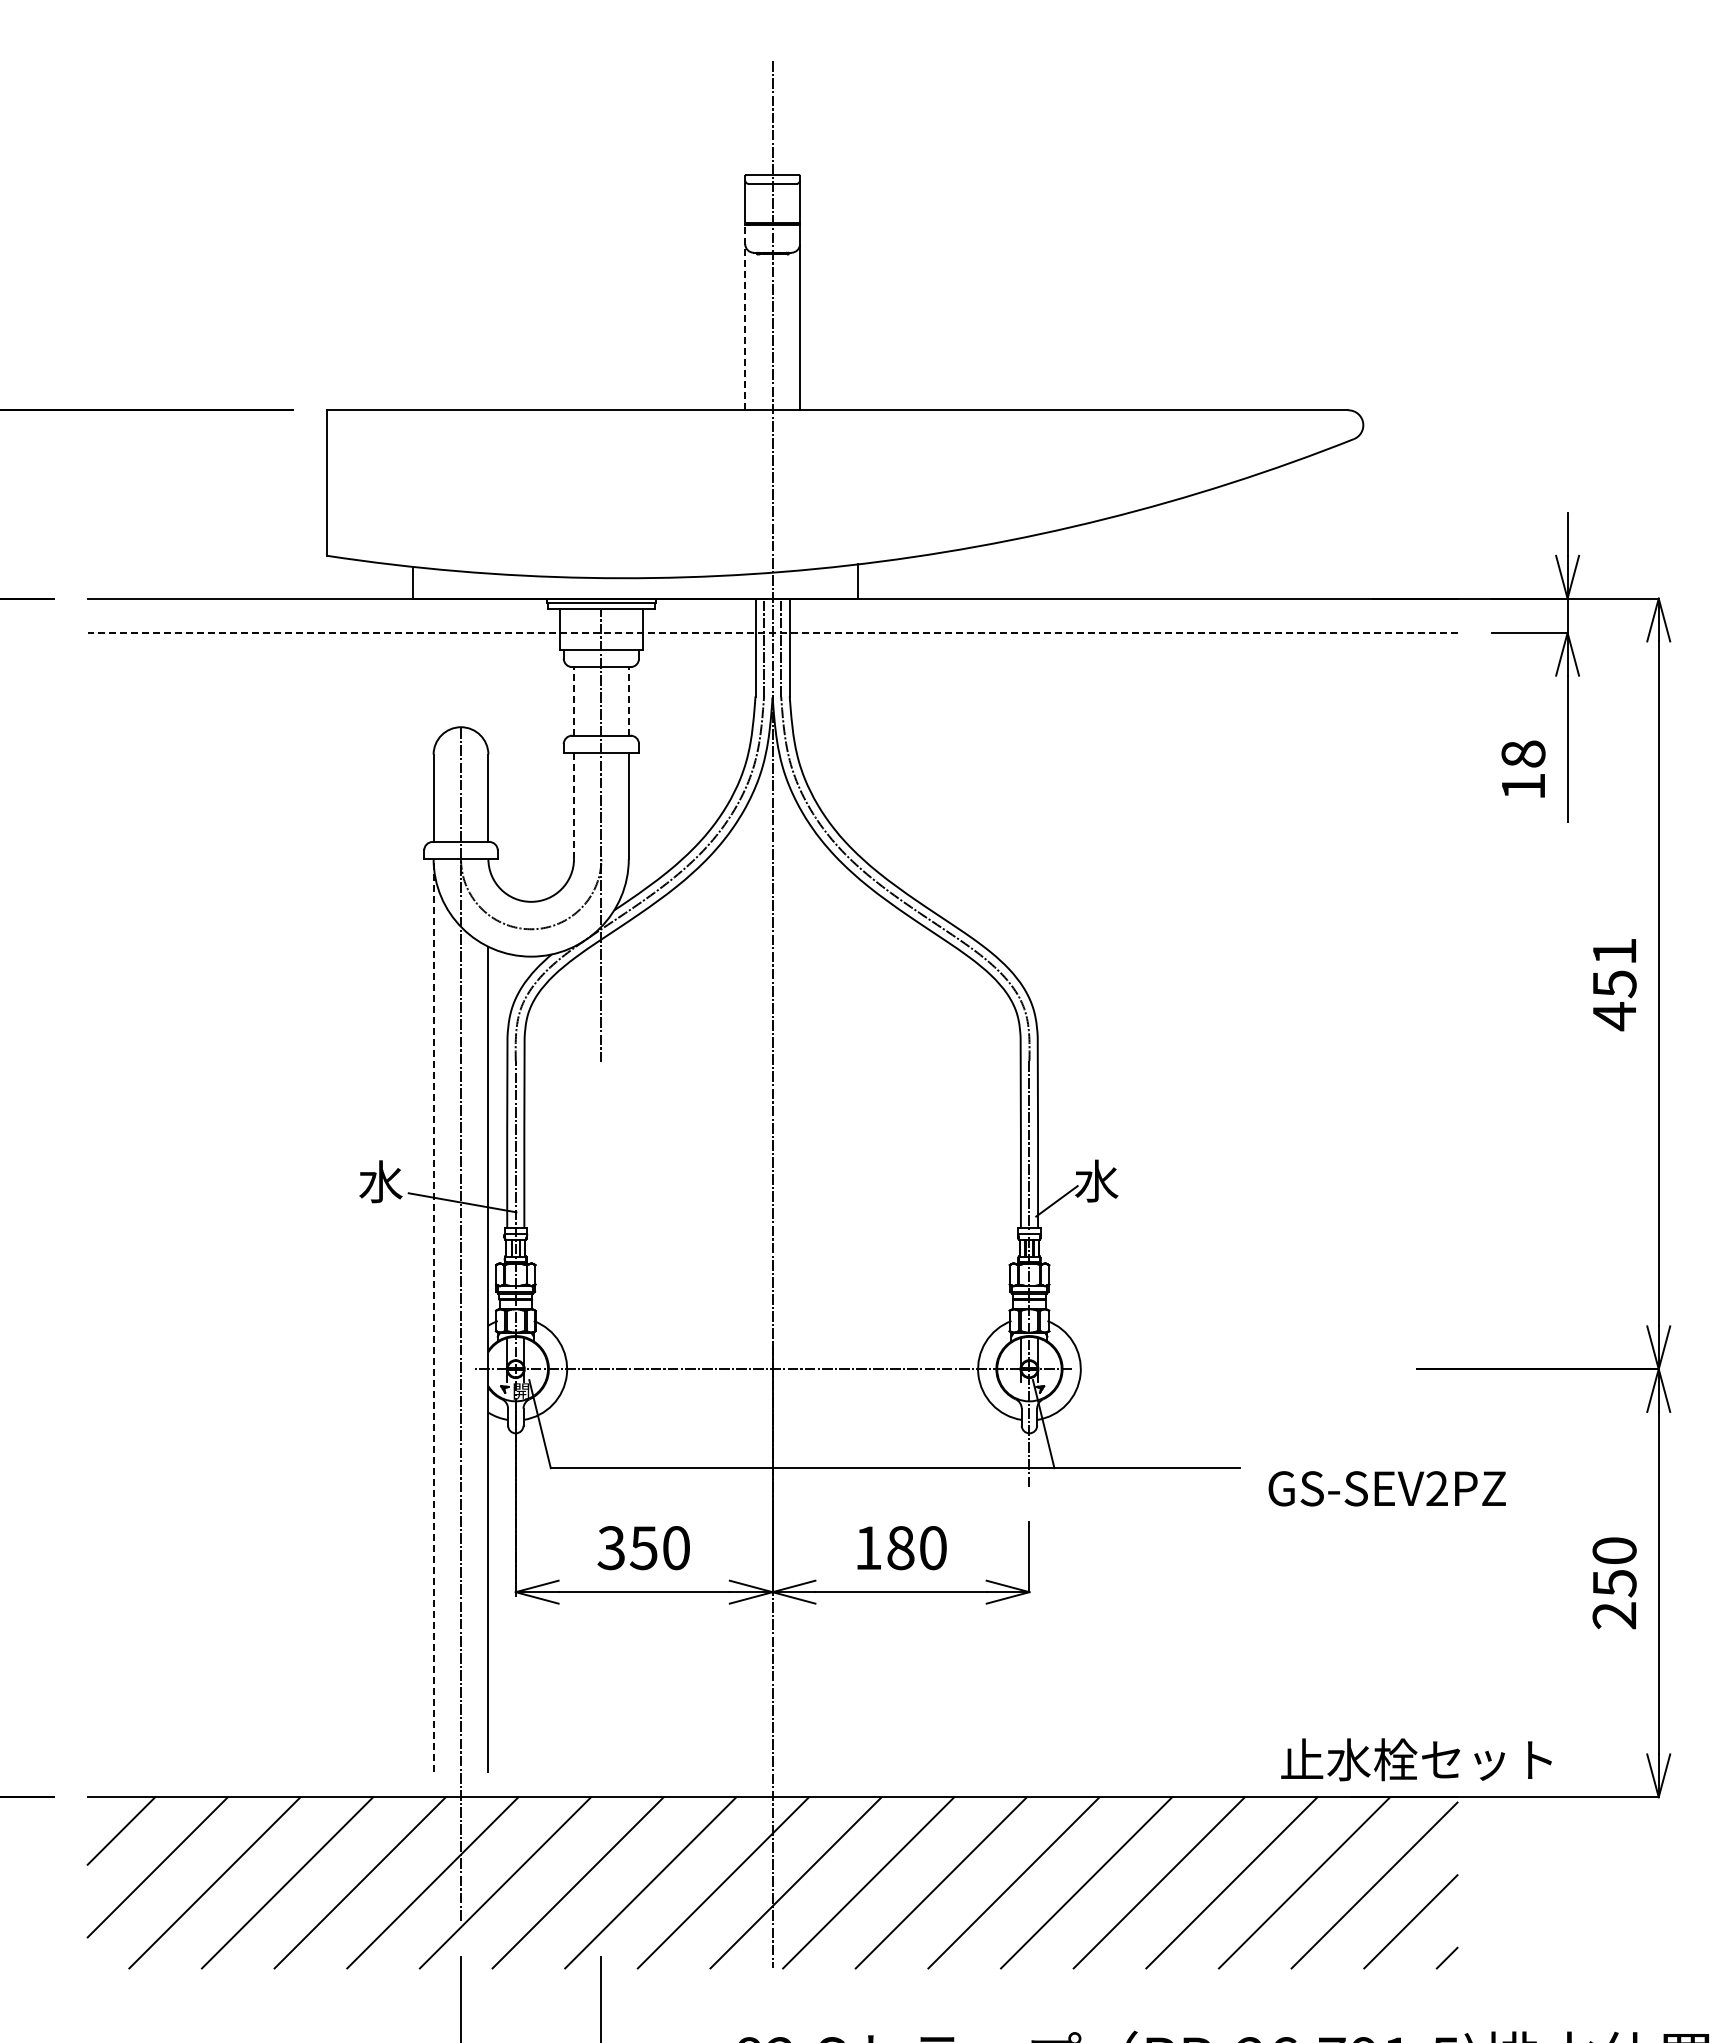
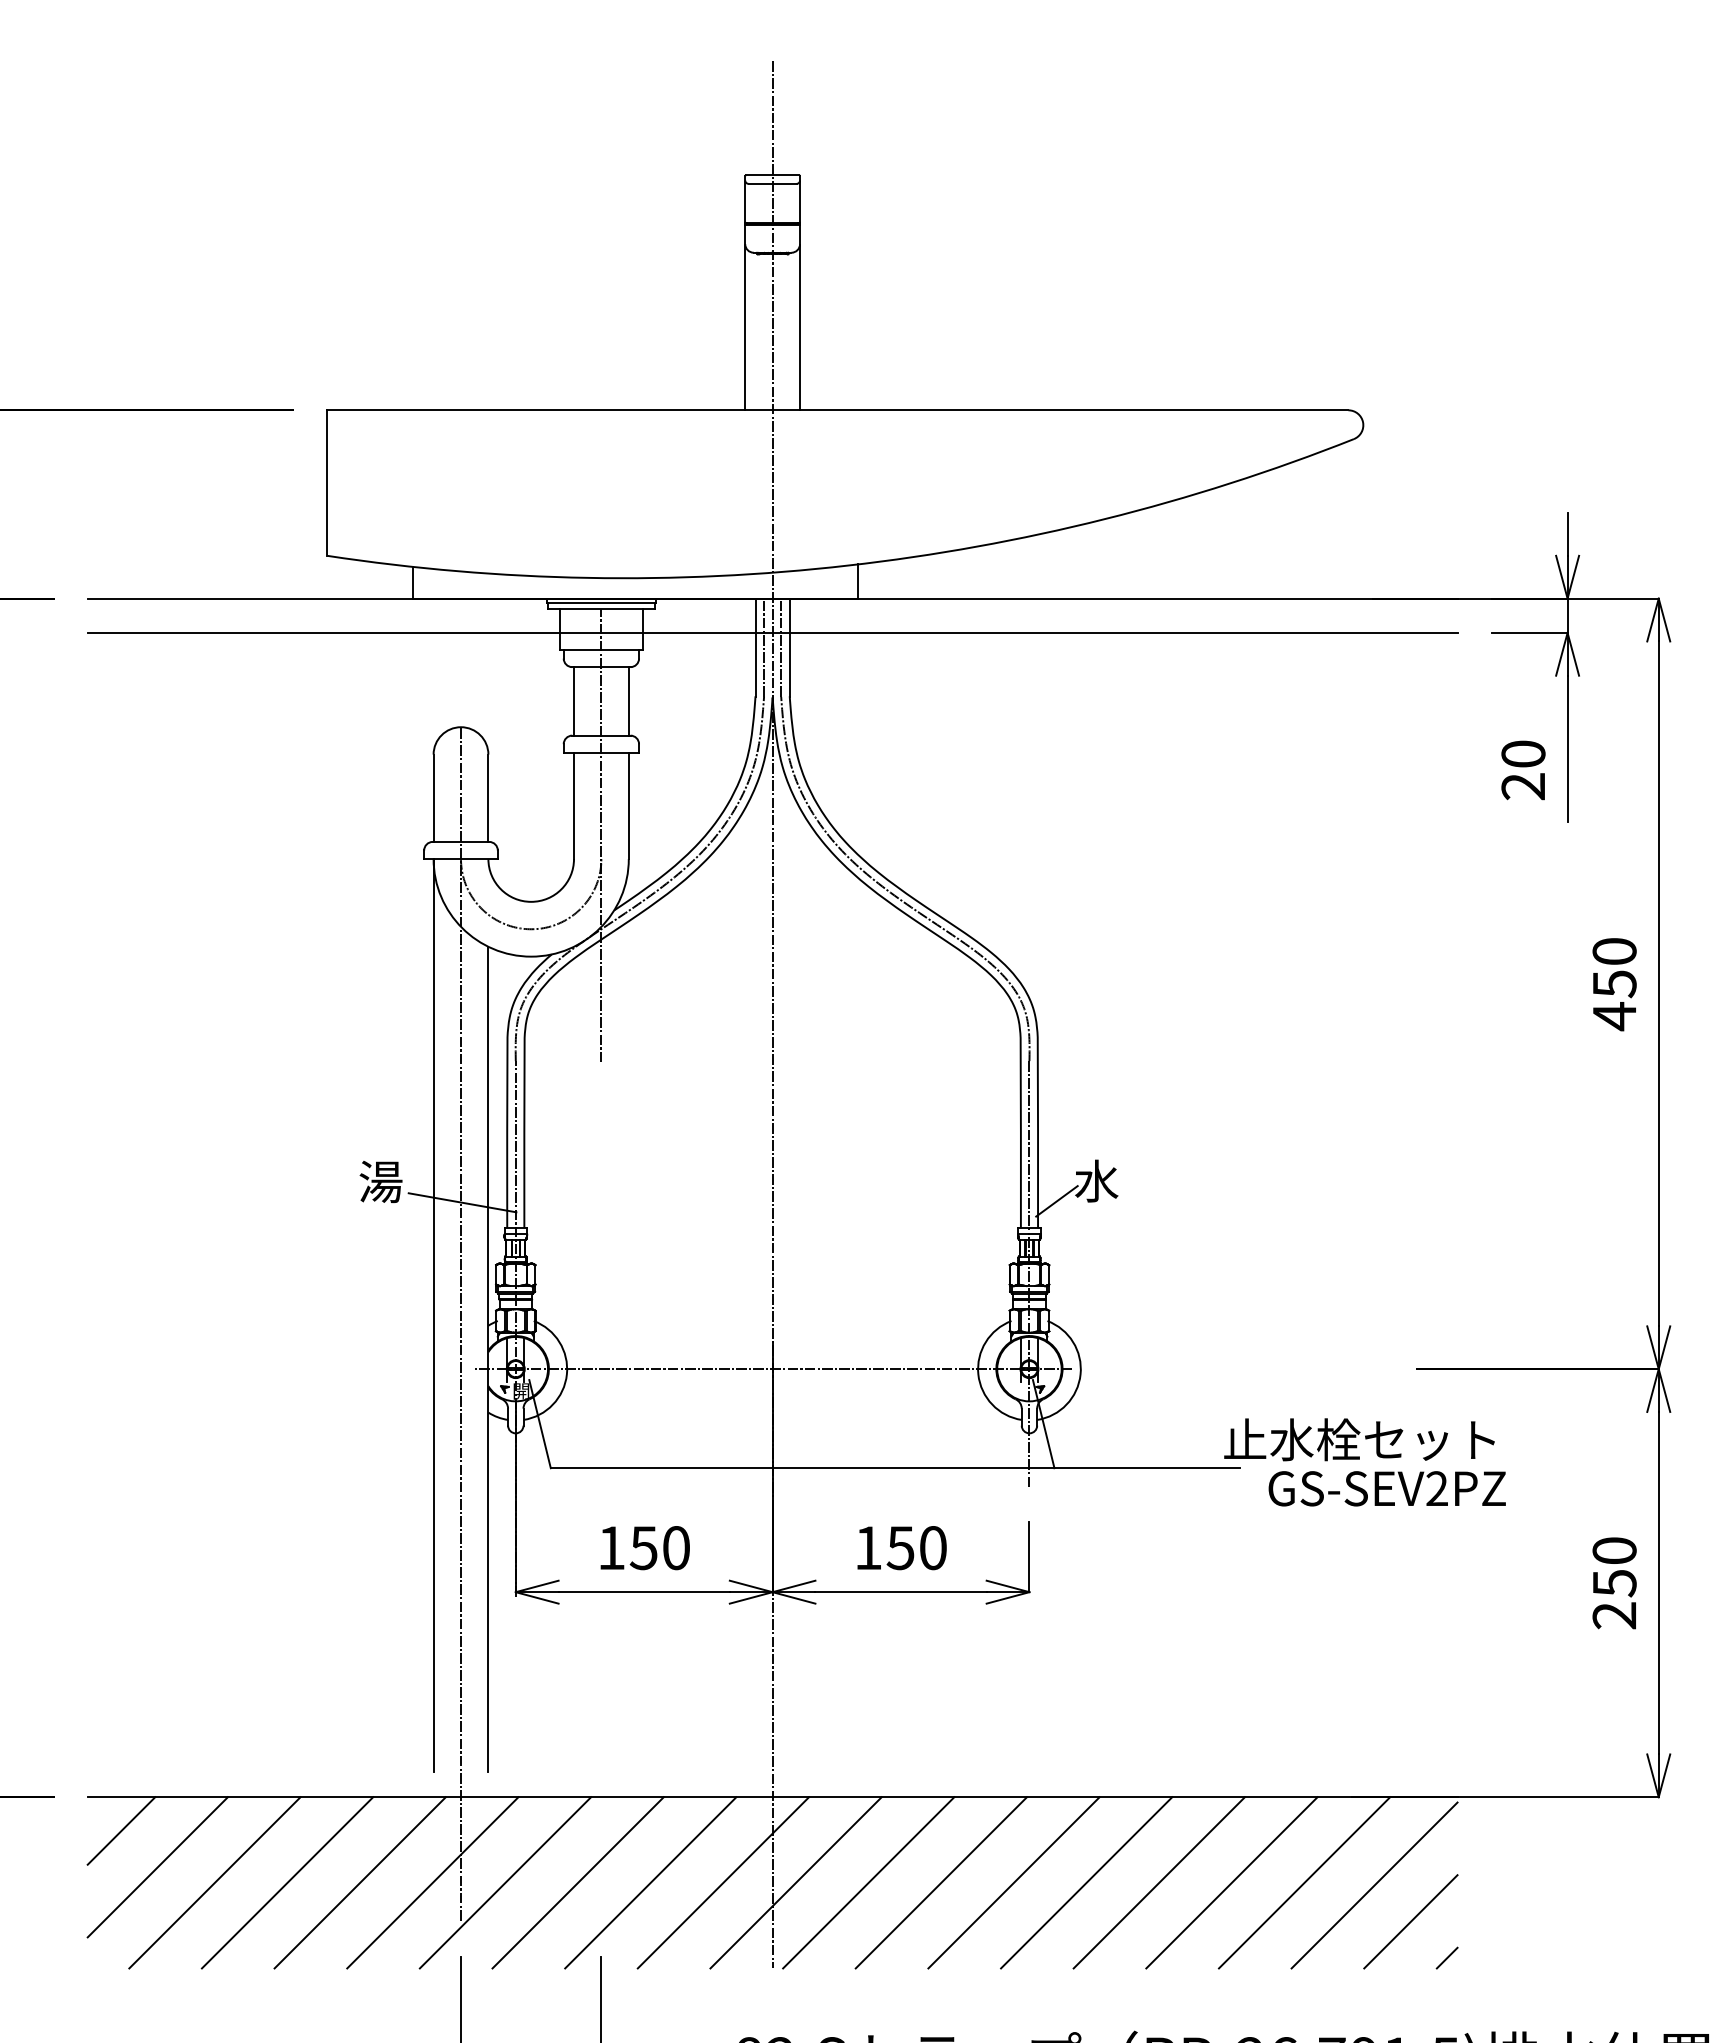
line at (745, 317): dashed -> solid
line at (772, 632): dashed -> solid
line at (574, 700): dashed -> solid
line at (628, 700): dashed -> solid
text at (1523, 770): 18 -> 20
line at (574, 805): dashed -> solid
text at (1614, 951): 451 -> 450
text at (380, 1181): 水 -> 湯
line at (433, 1314): dashed -> solid
text at (610, 1548): 350 -> 150
text at (900, 1548): 180 -> 150
text at (1416, 1759) position: (1416, 1759) -> (1359, 1439)
